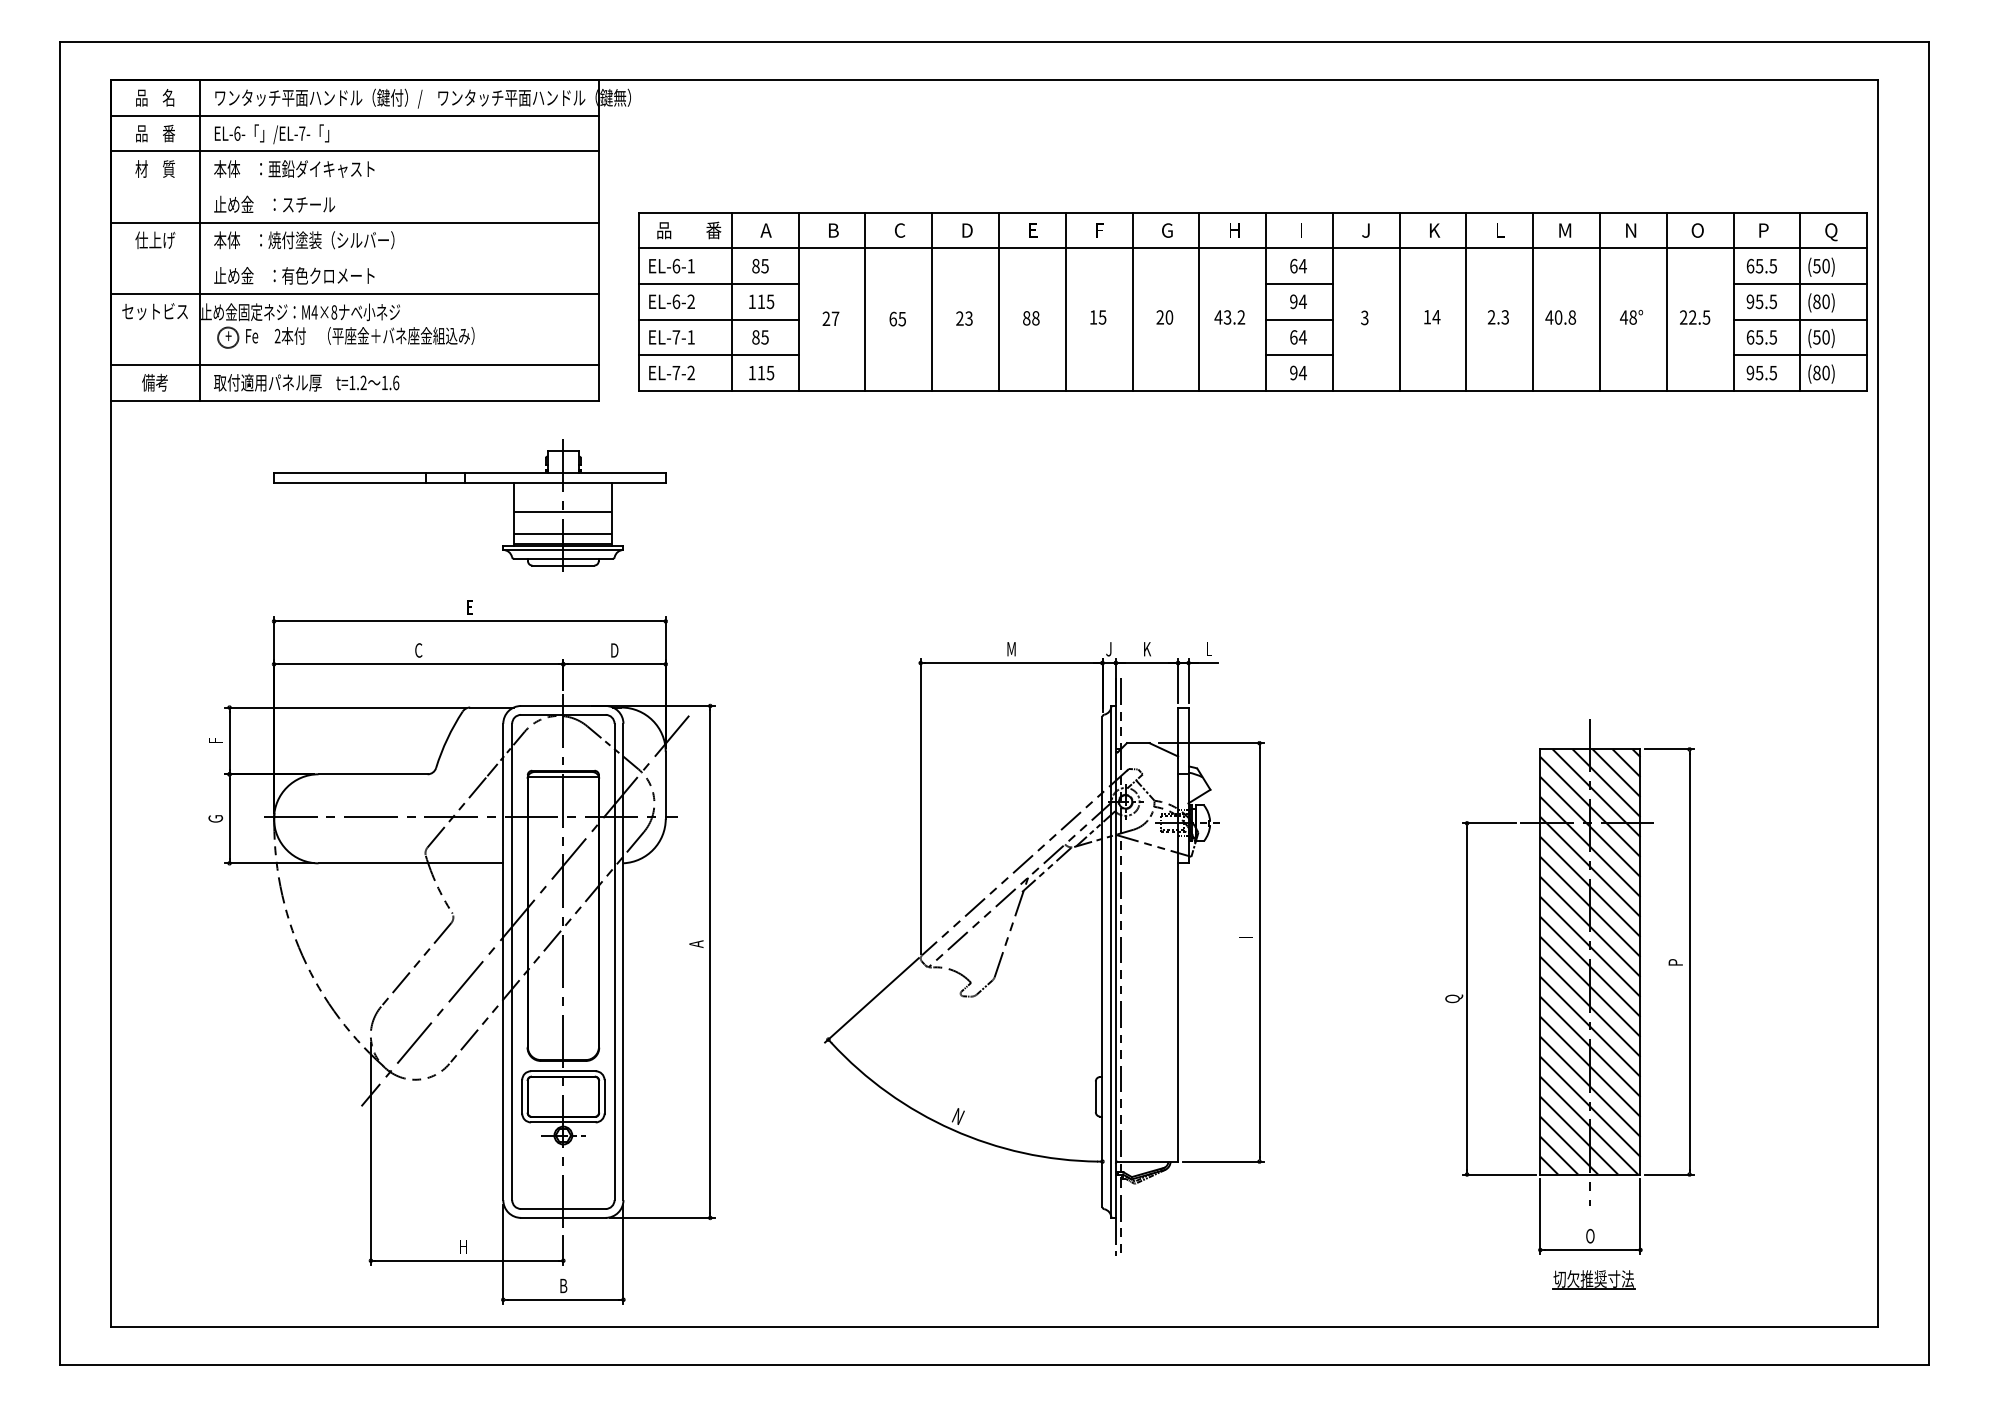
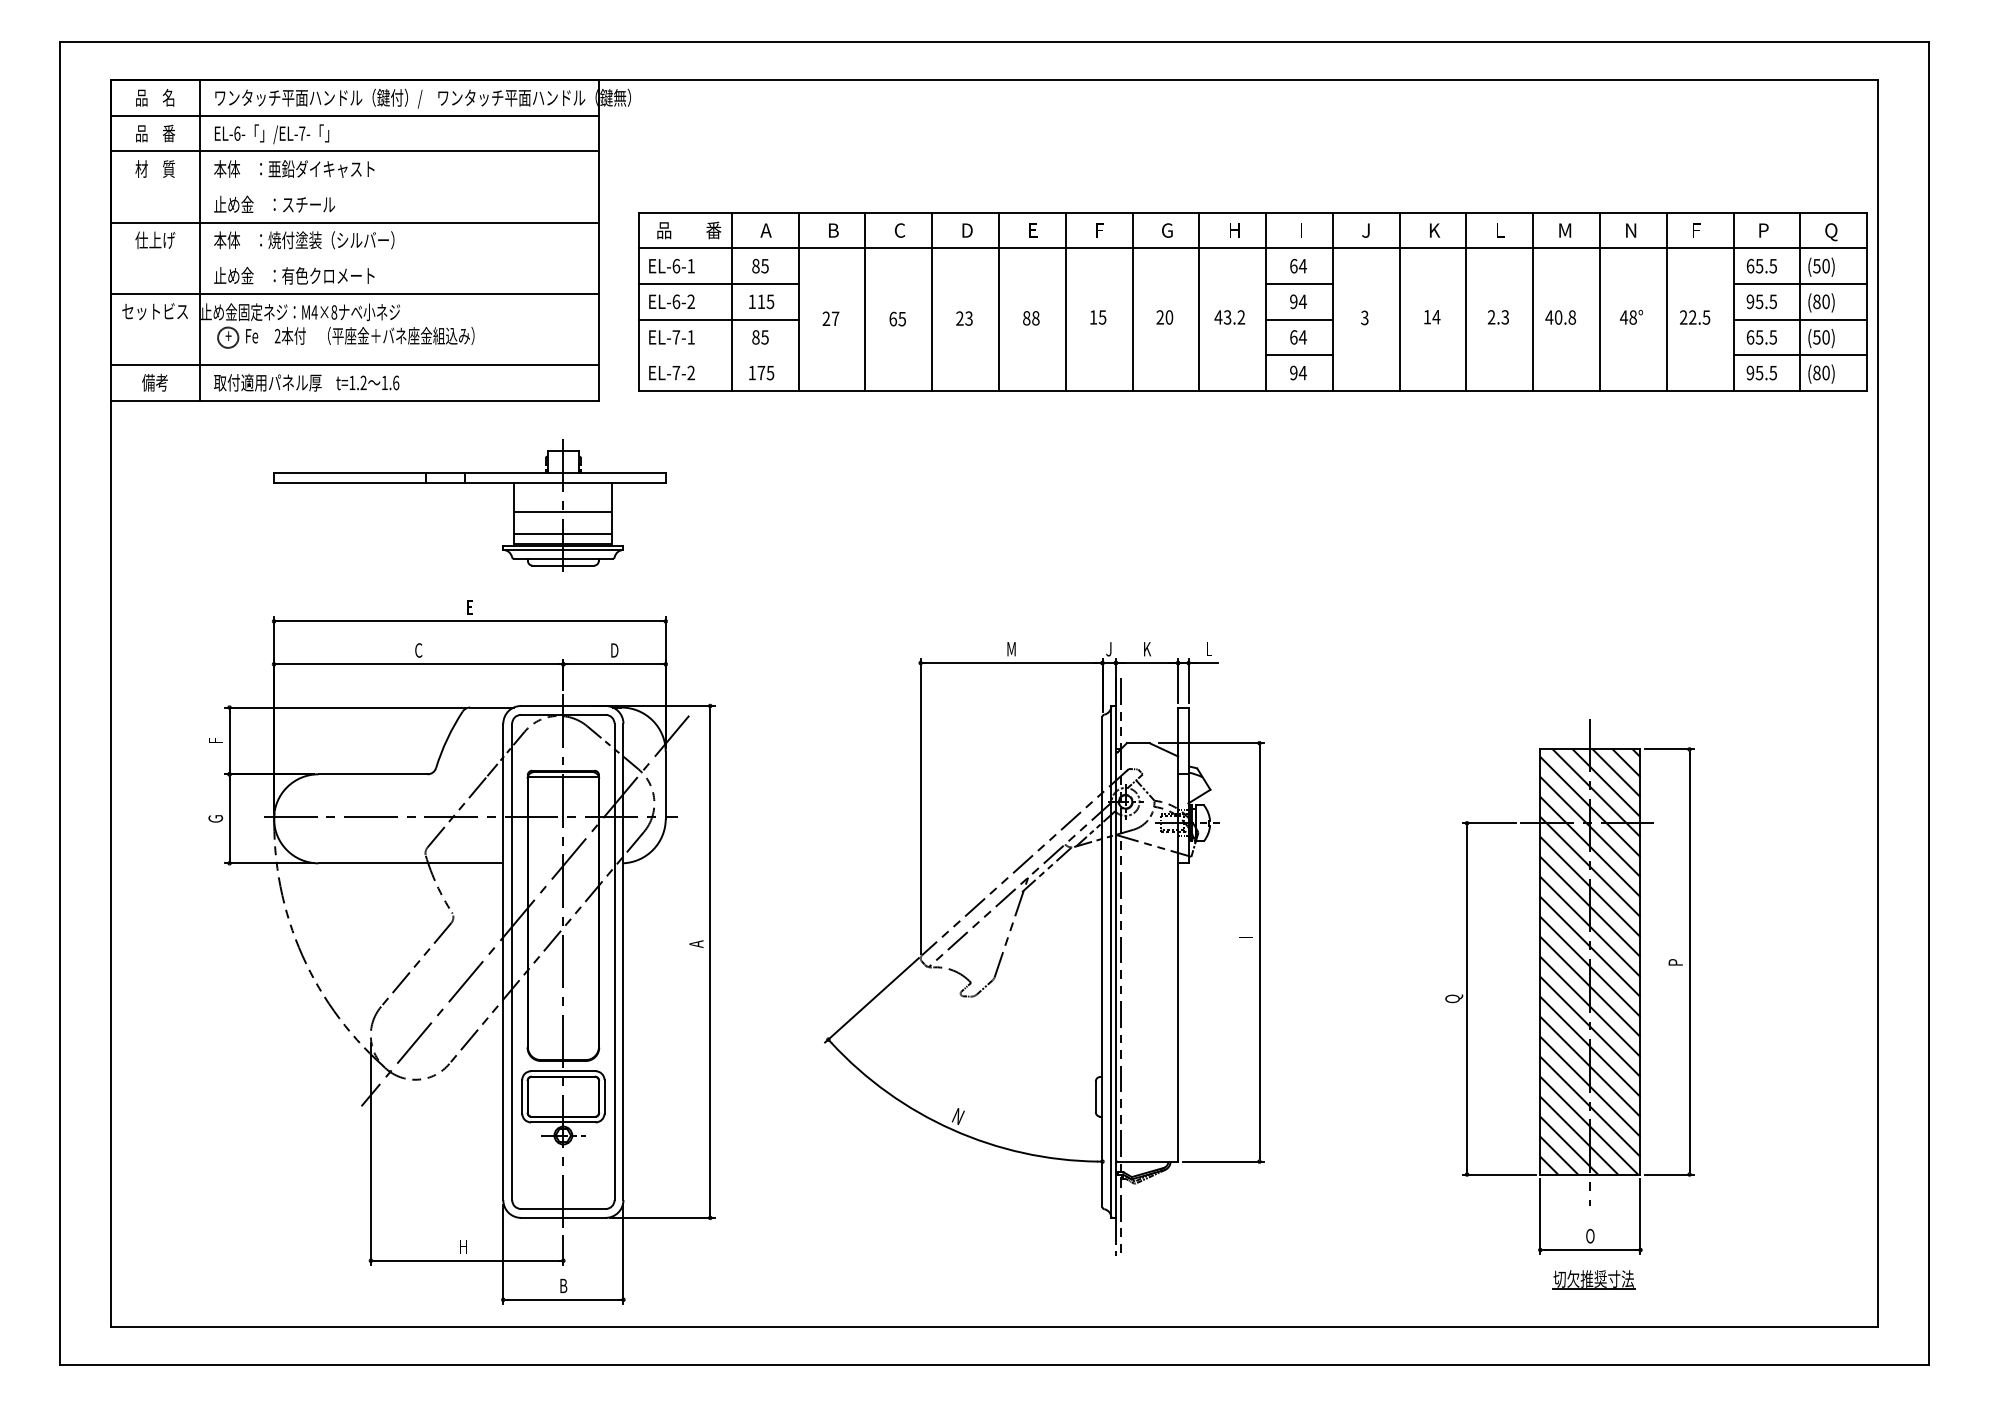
text at (1697, 230): O -> F
line at (718, 355): present -> none
text at (761, 373): 115 -> 175
